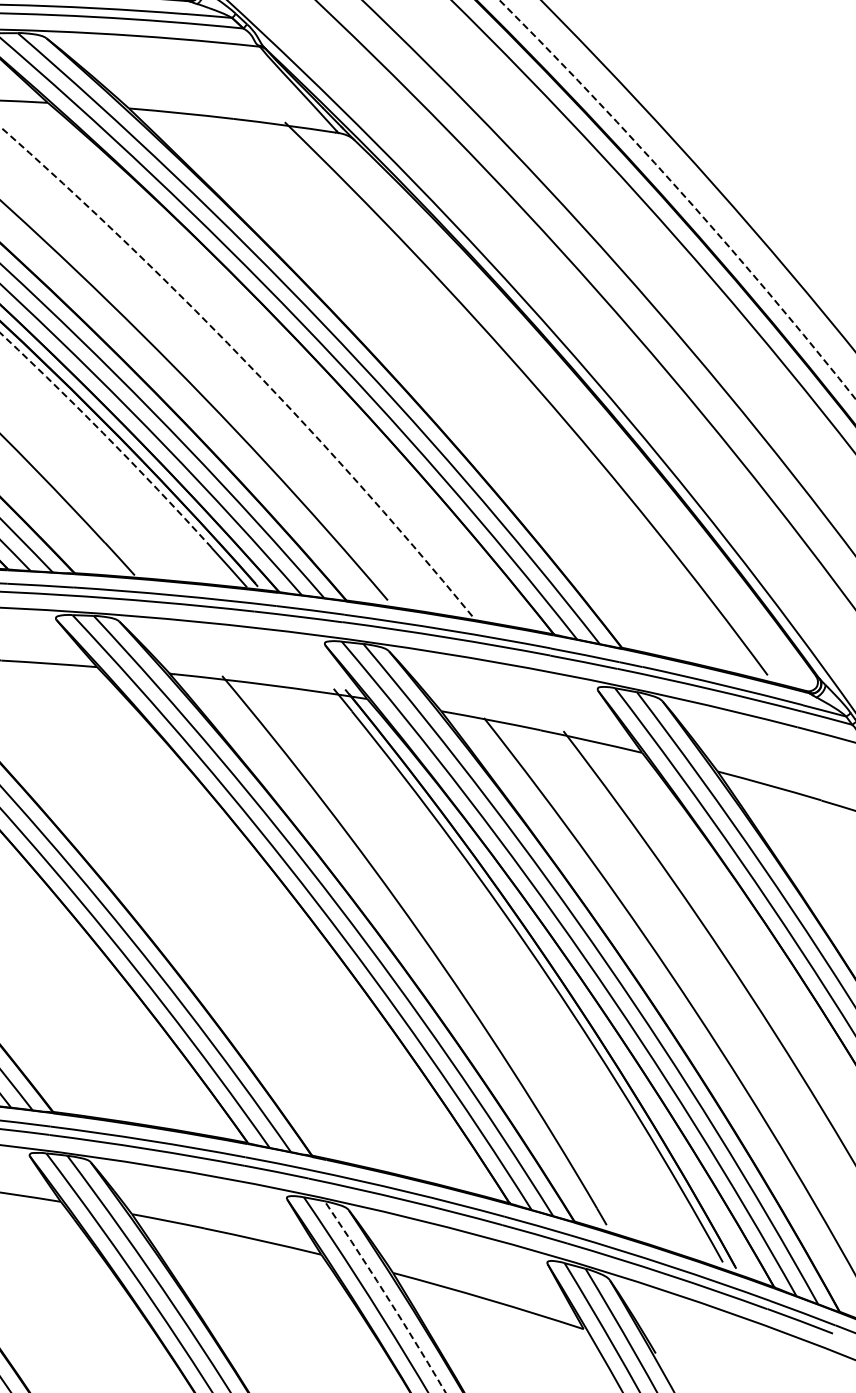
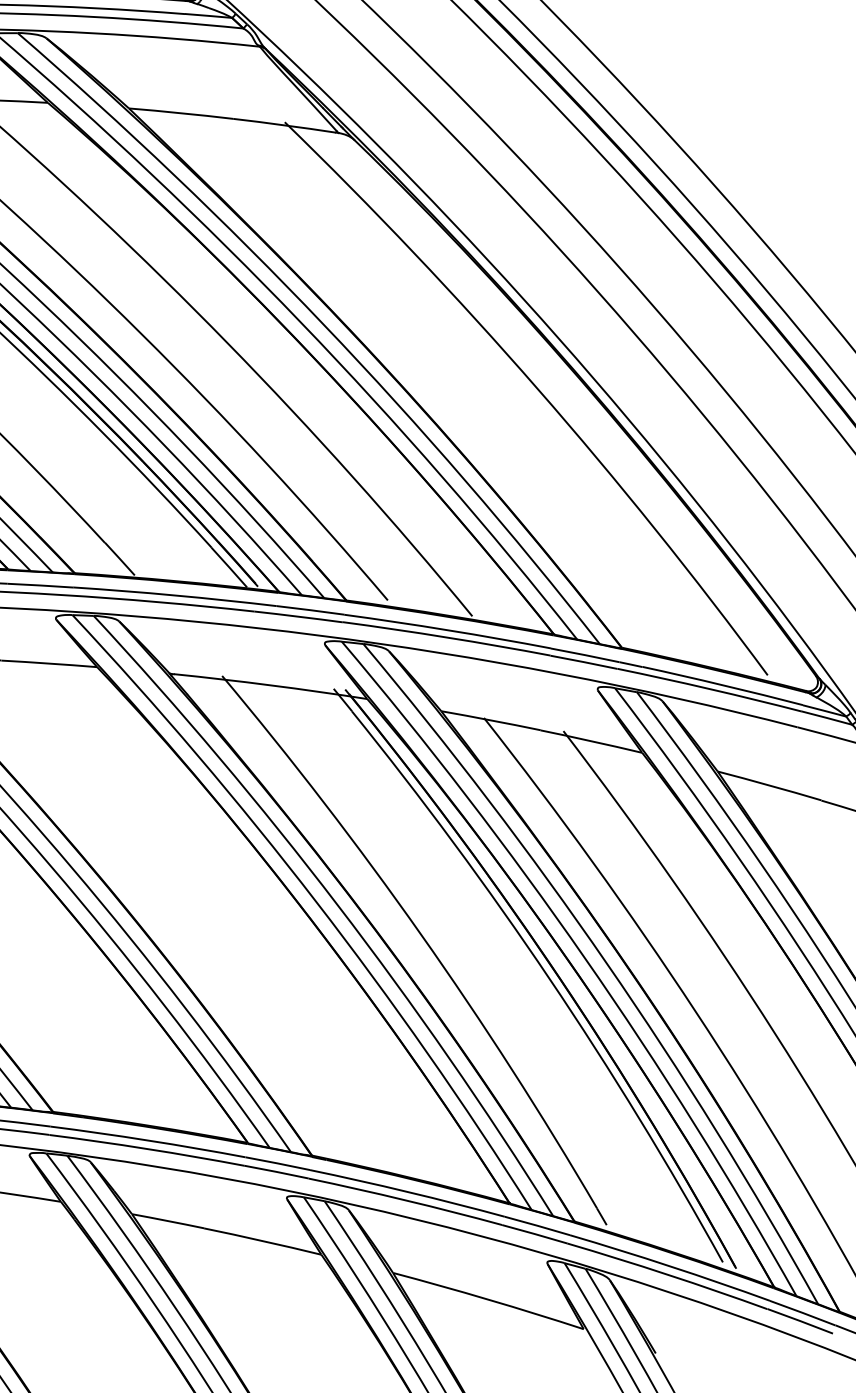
circle at (677, 199): dashed -> solid
arc at (245, 362): dashed -> solid
arc at (107, 437): dashed -> solid
arc at (386, 1295): dashed -> solid
